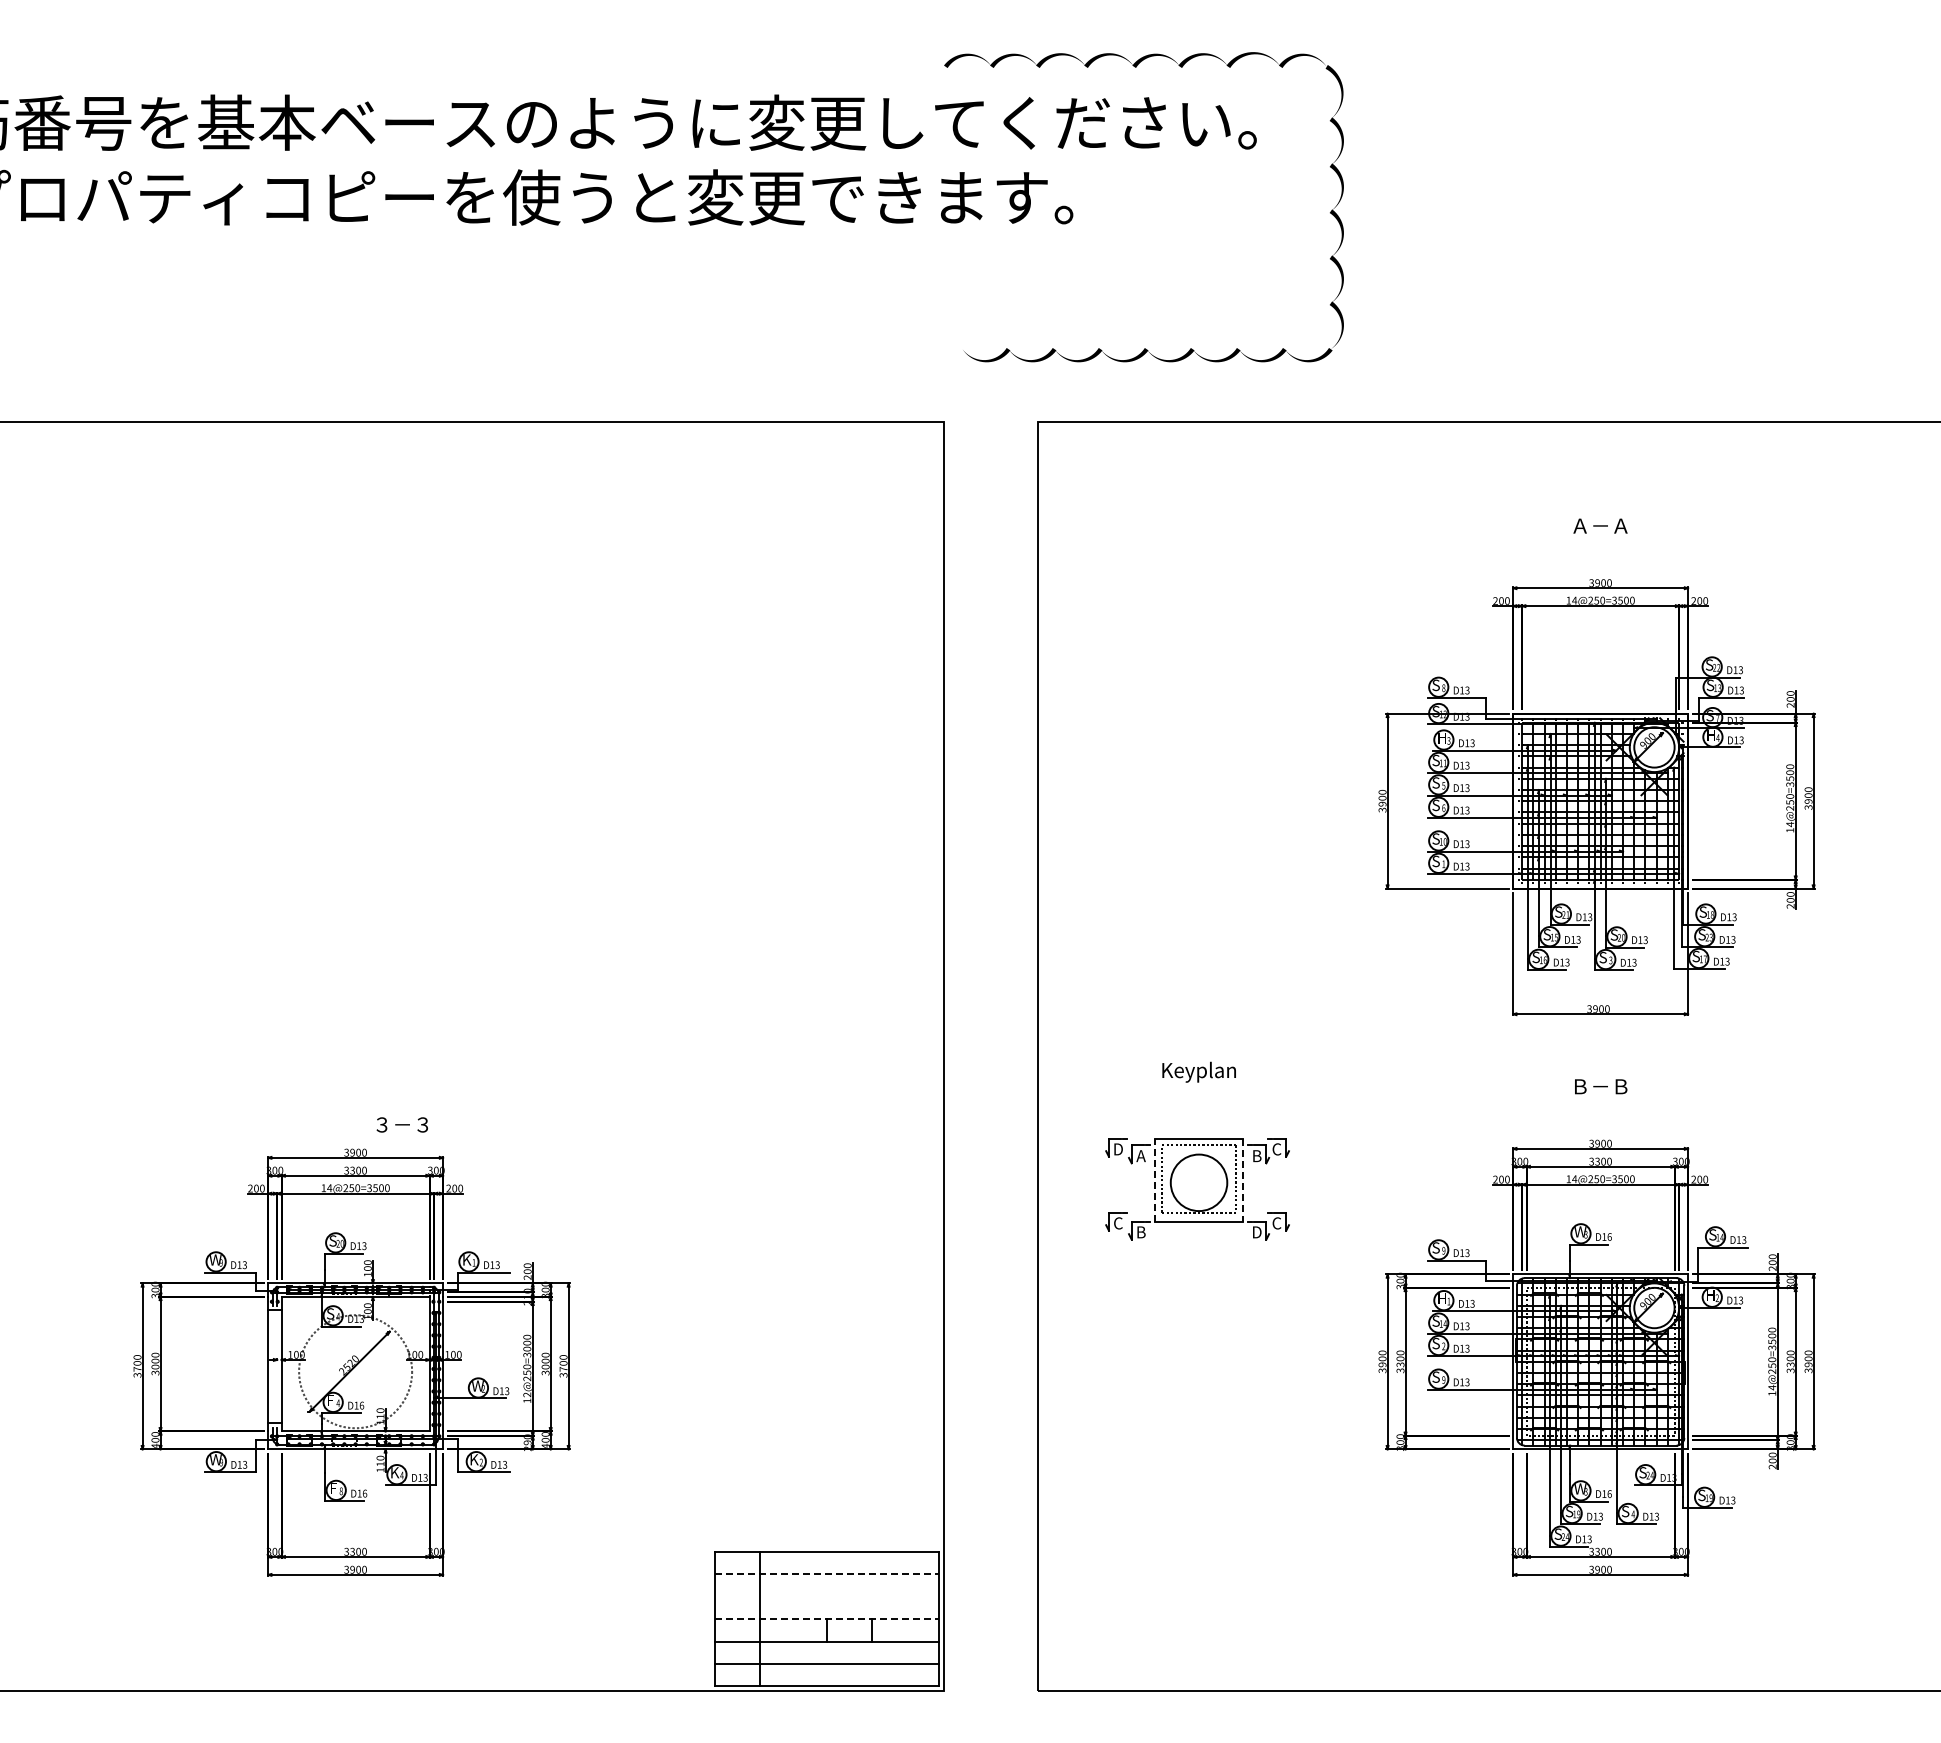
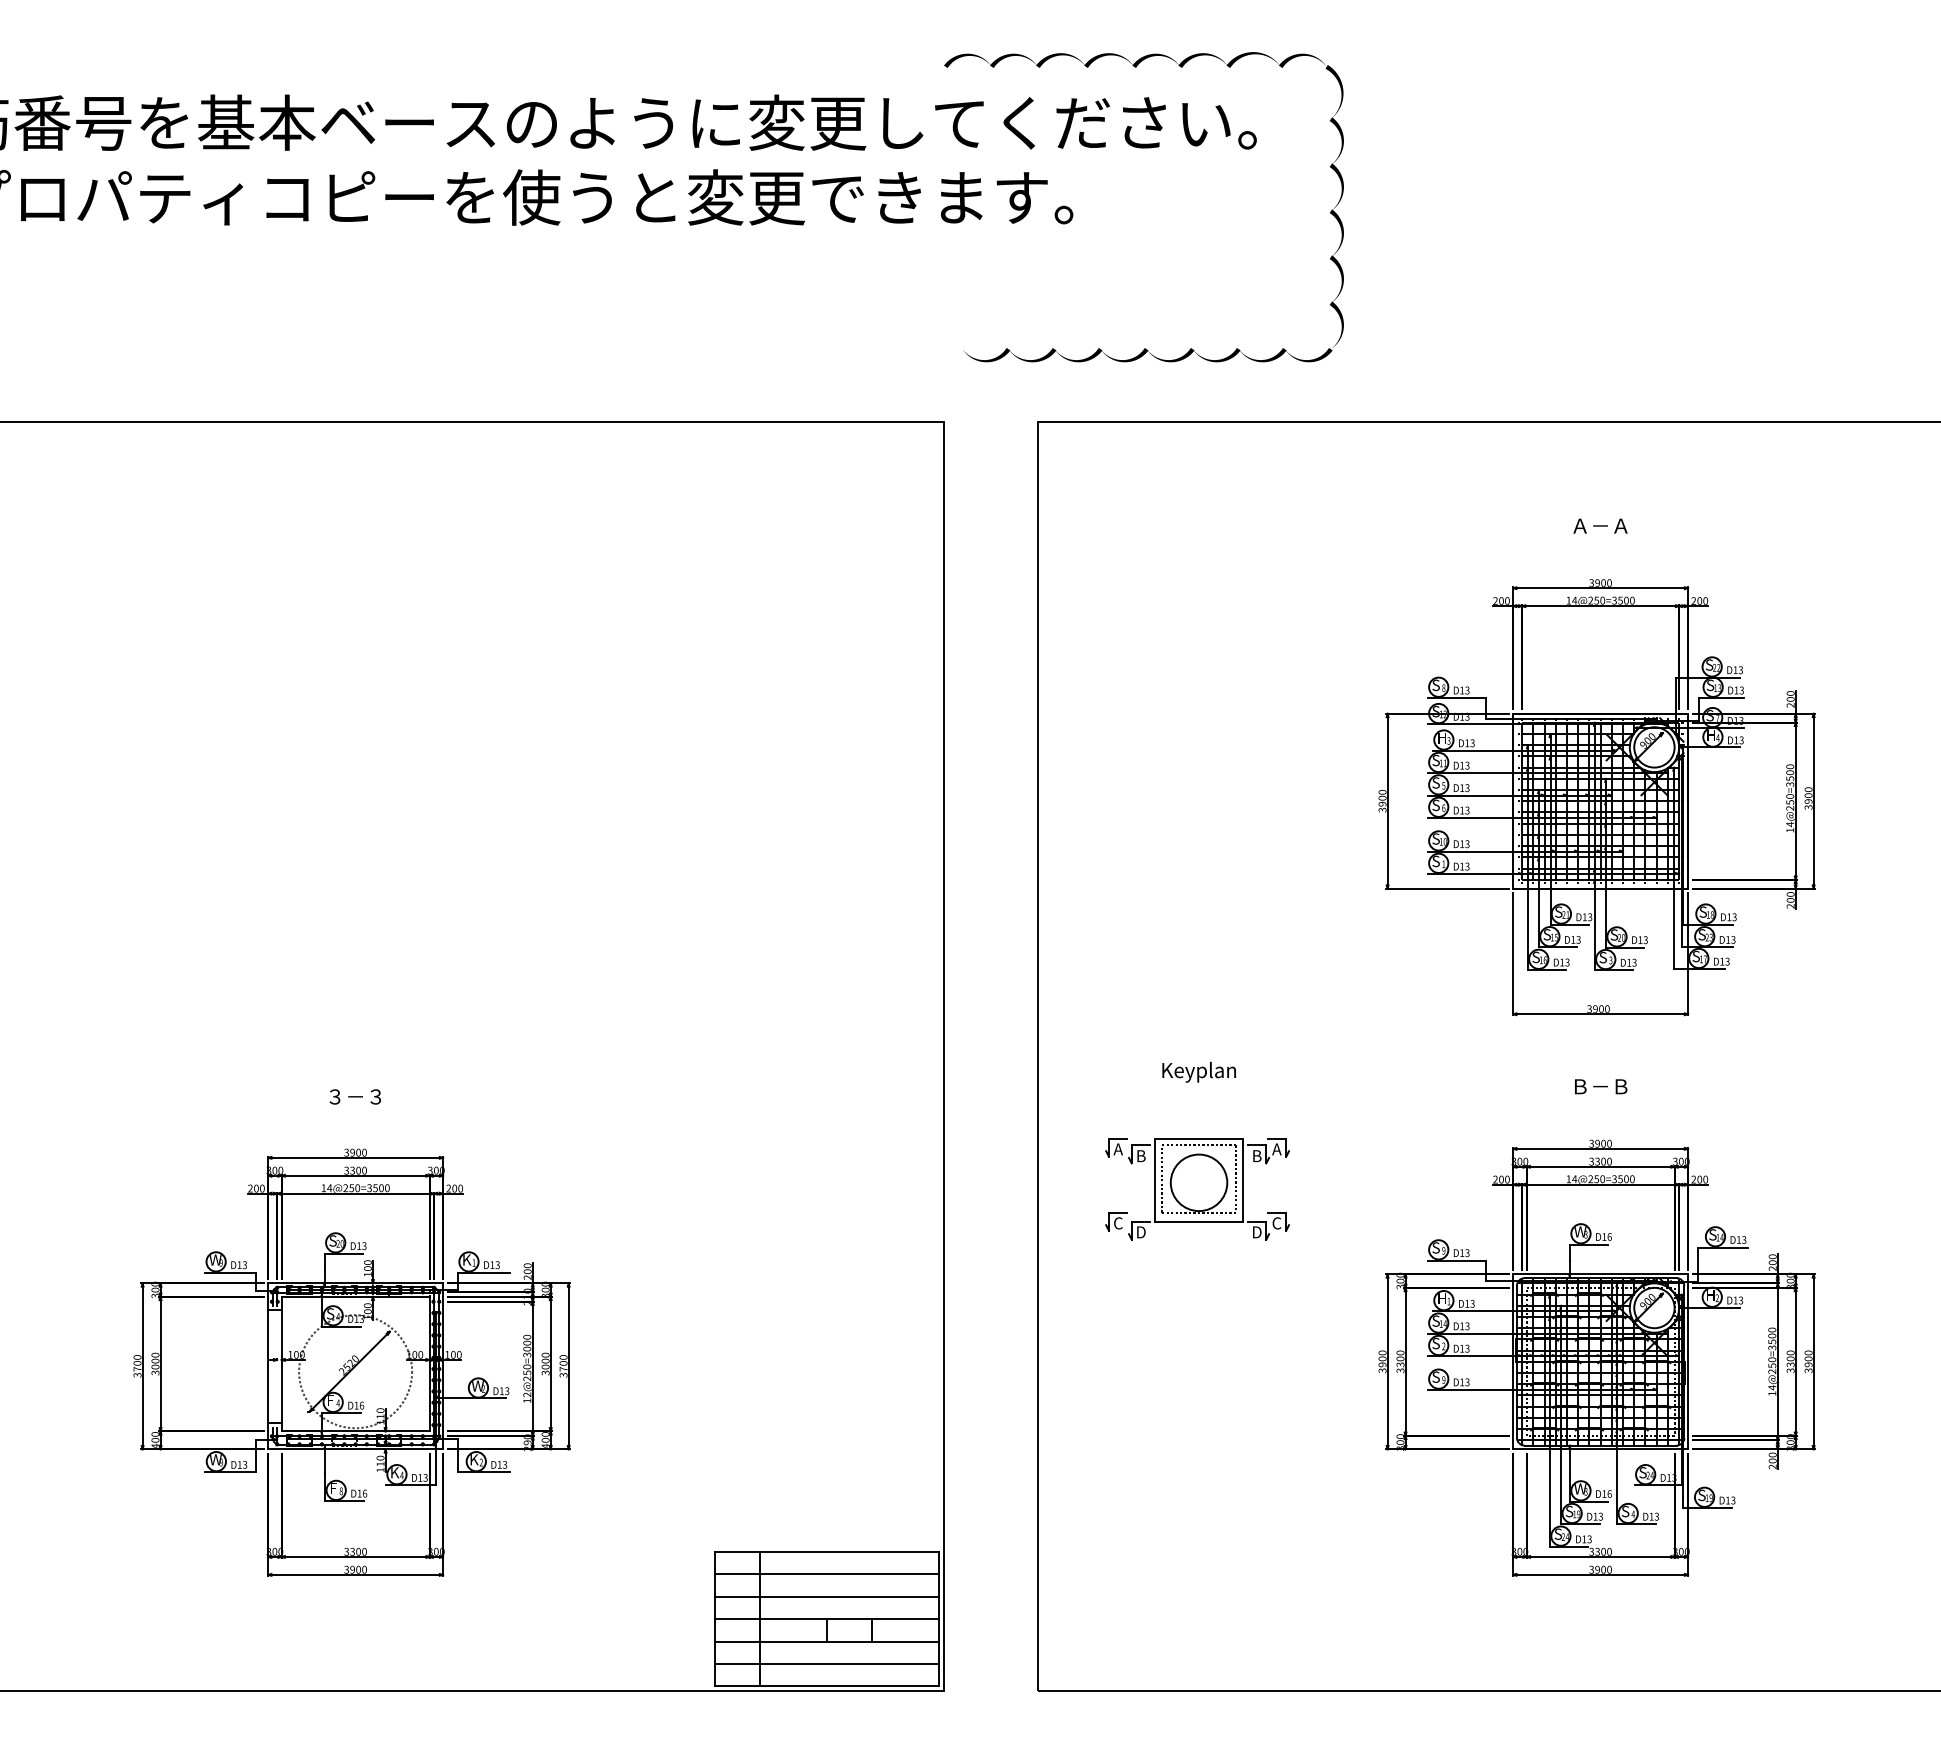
text at (401, 1124) position: (401, 1124) -> (354, 1096)
text at (1117, 1149): D -> A
text at (1276, 1149): C -> A
text at (1140, 1156): A -> B
line at (1155, 1179): dashed -> solid
line at (1242, 1180): dashed -> solid
text at (1141, 1232): B -> D
line at (827, 1574): dashed -> solid
line at (827, 1596): none -> present
line at (827, 1619): dashed -> solid
